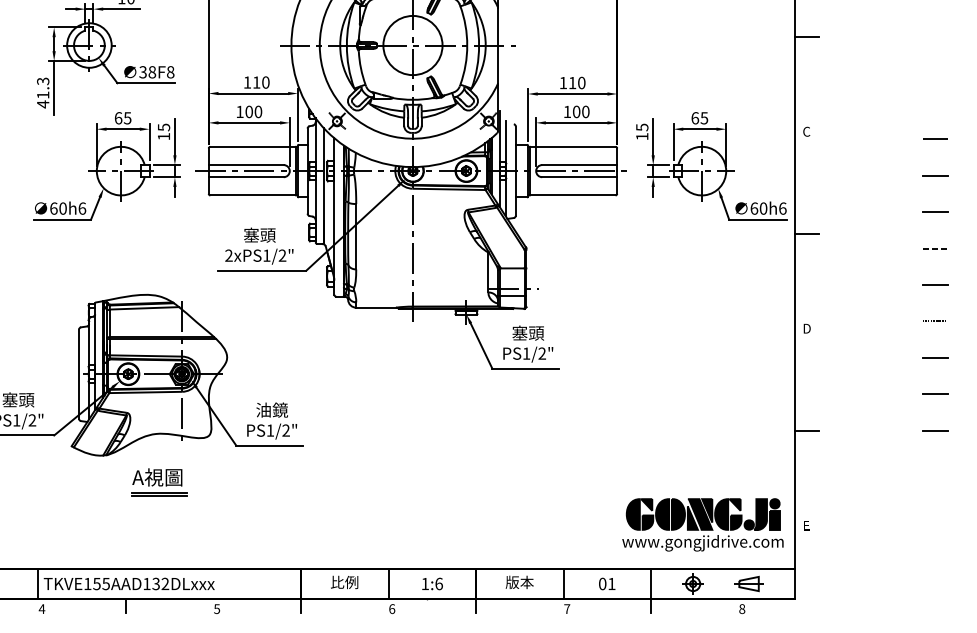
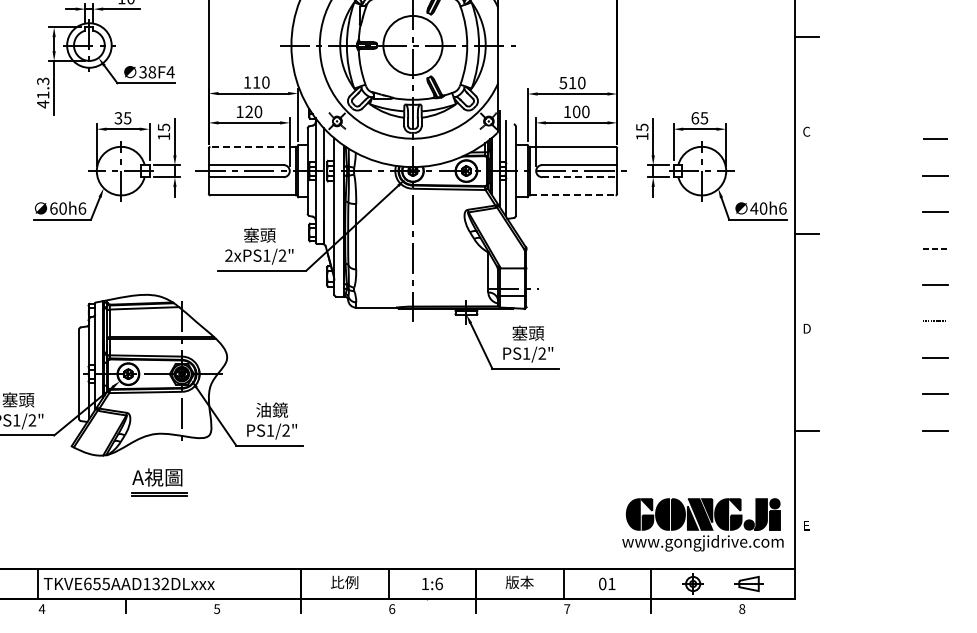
text at (170, 72): 38F8 -> 38F4
text at (563, 83): 110 -> 510
text at (248, 111): 100 -> 120
text at (118, 118): 65 -> 35
line at (253, 146): solid -> dashed
line at (580, 177): solid -> dashed
line at (572, 195): solid -> dashed
text at (754, 208): 60h6 -> 40h6
text at (87, 583): TKVE155AAD132DLxxx -> TKVE655AAD132DLxxx
